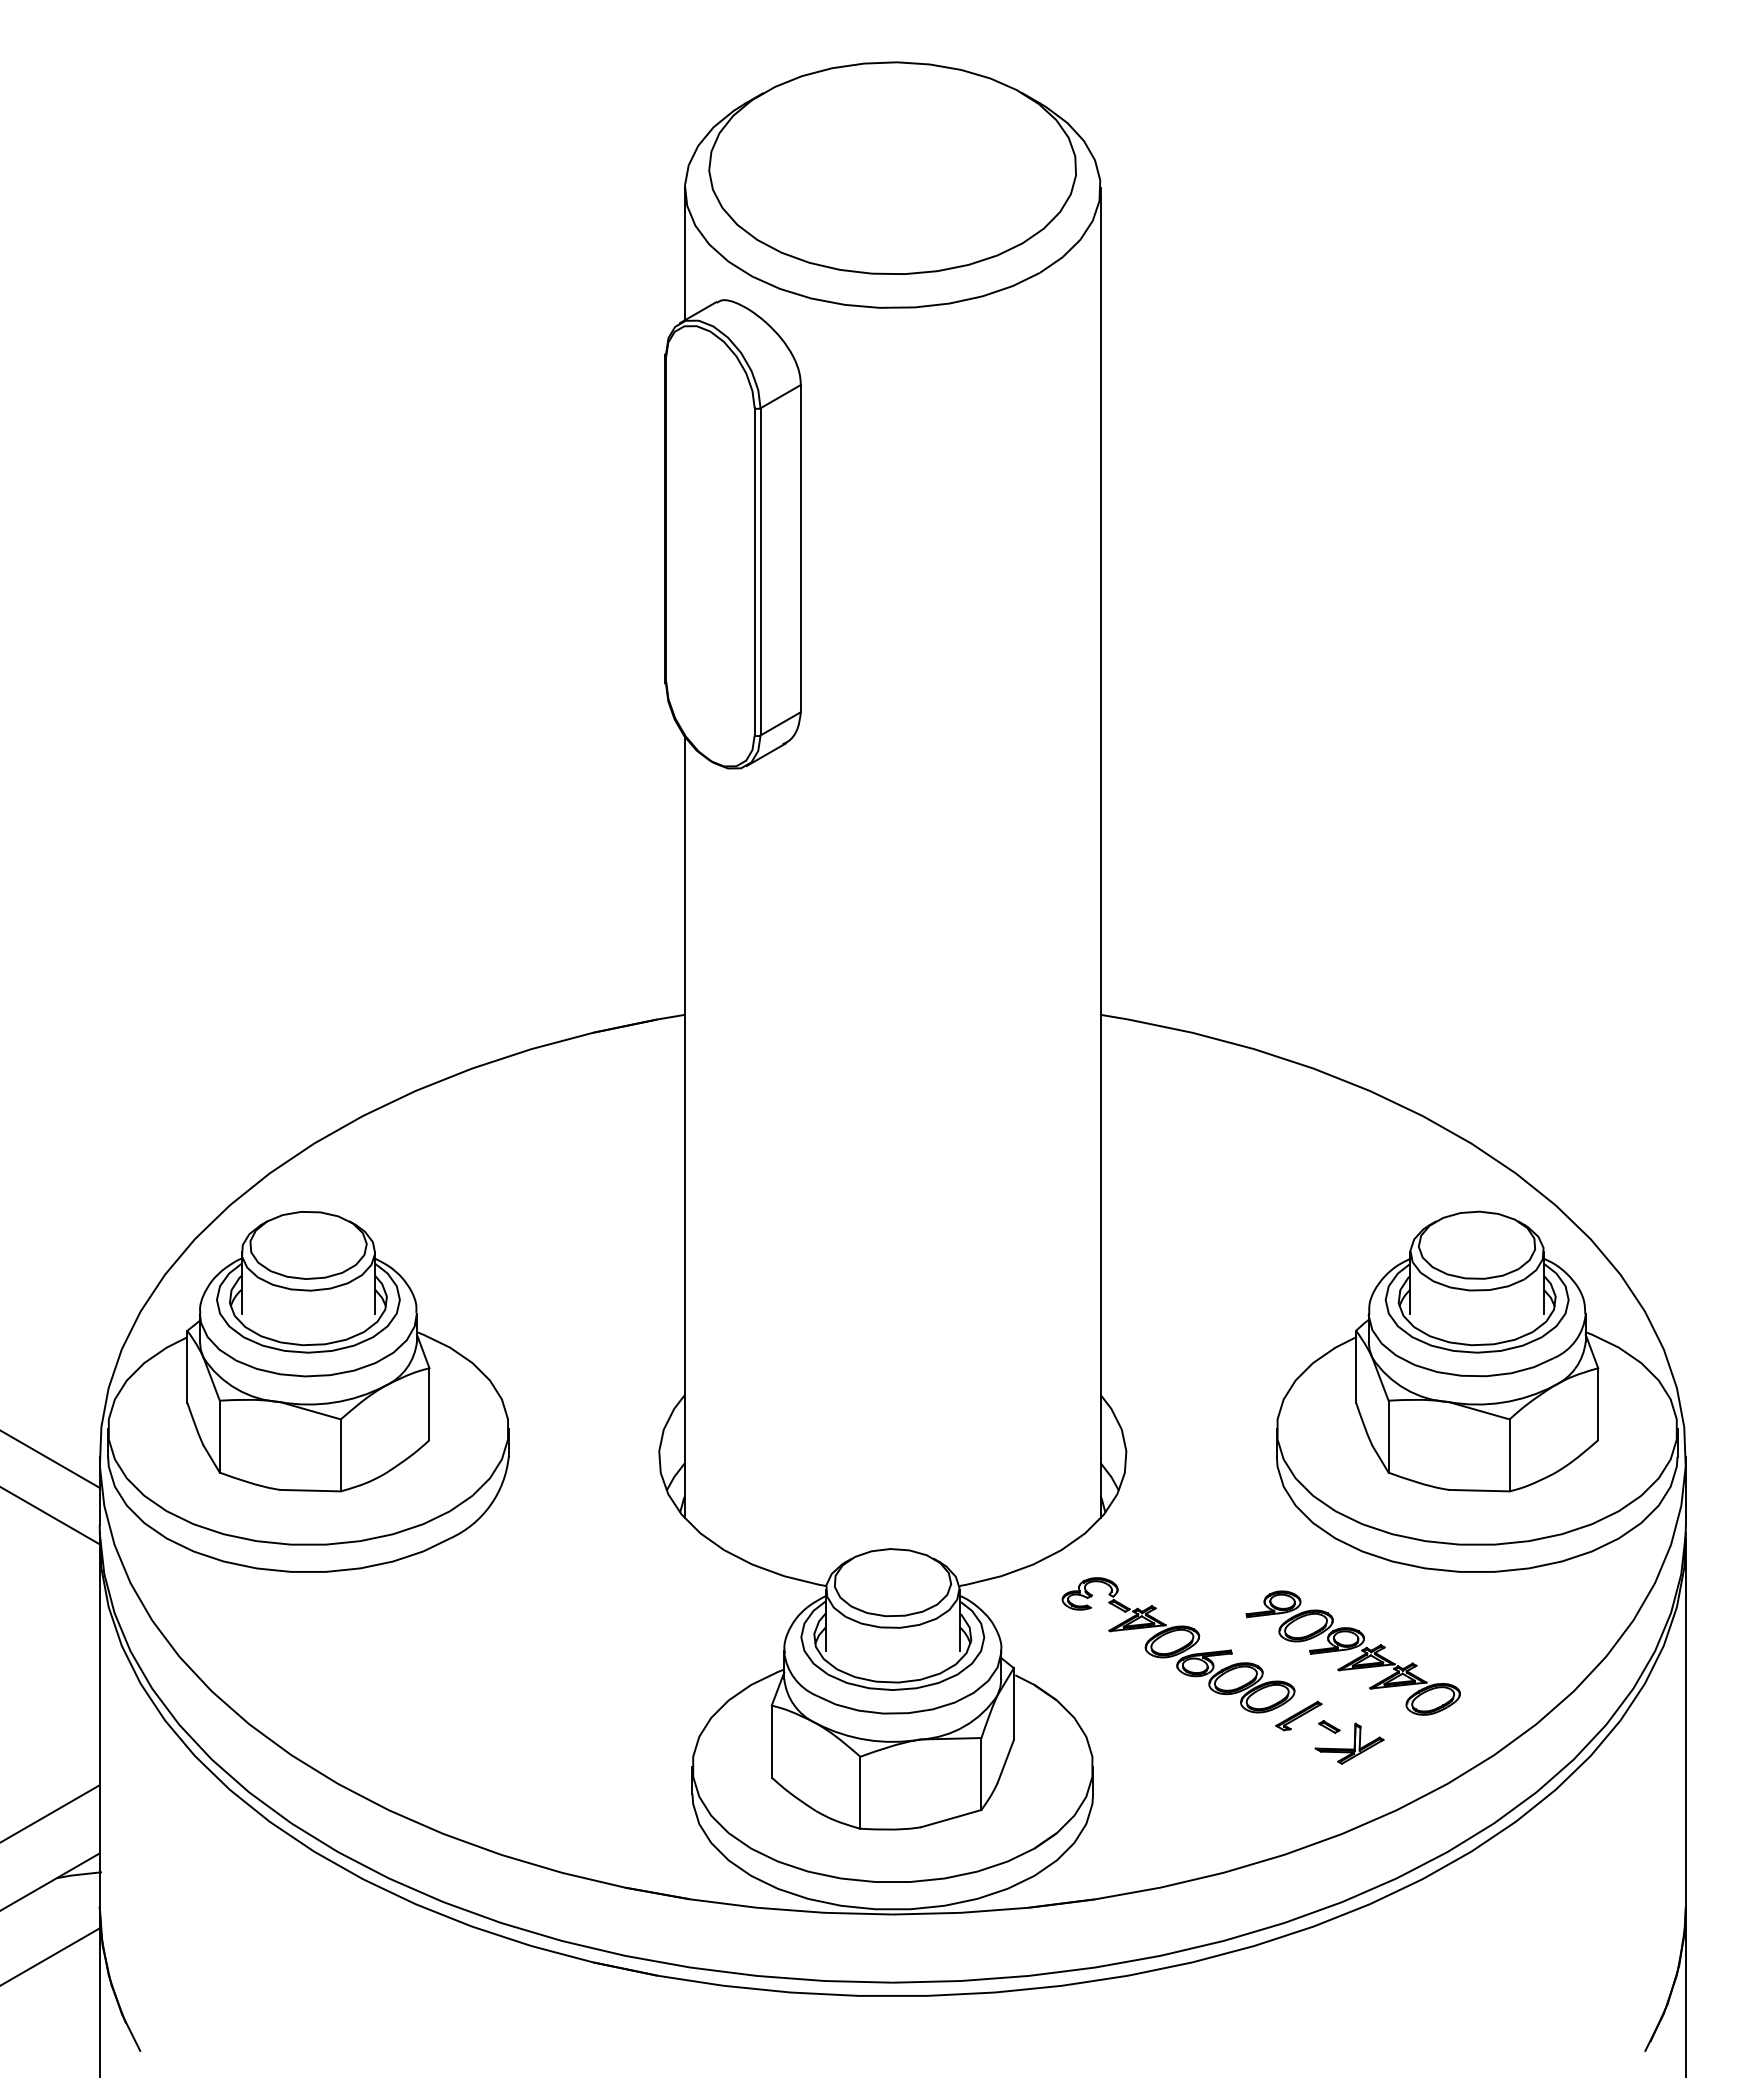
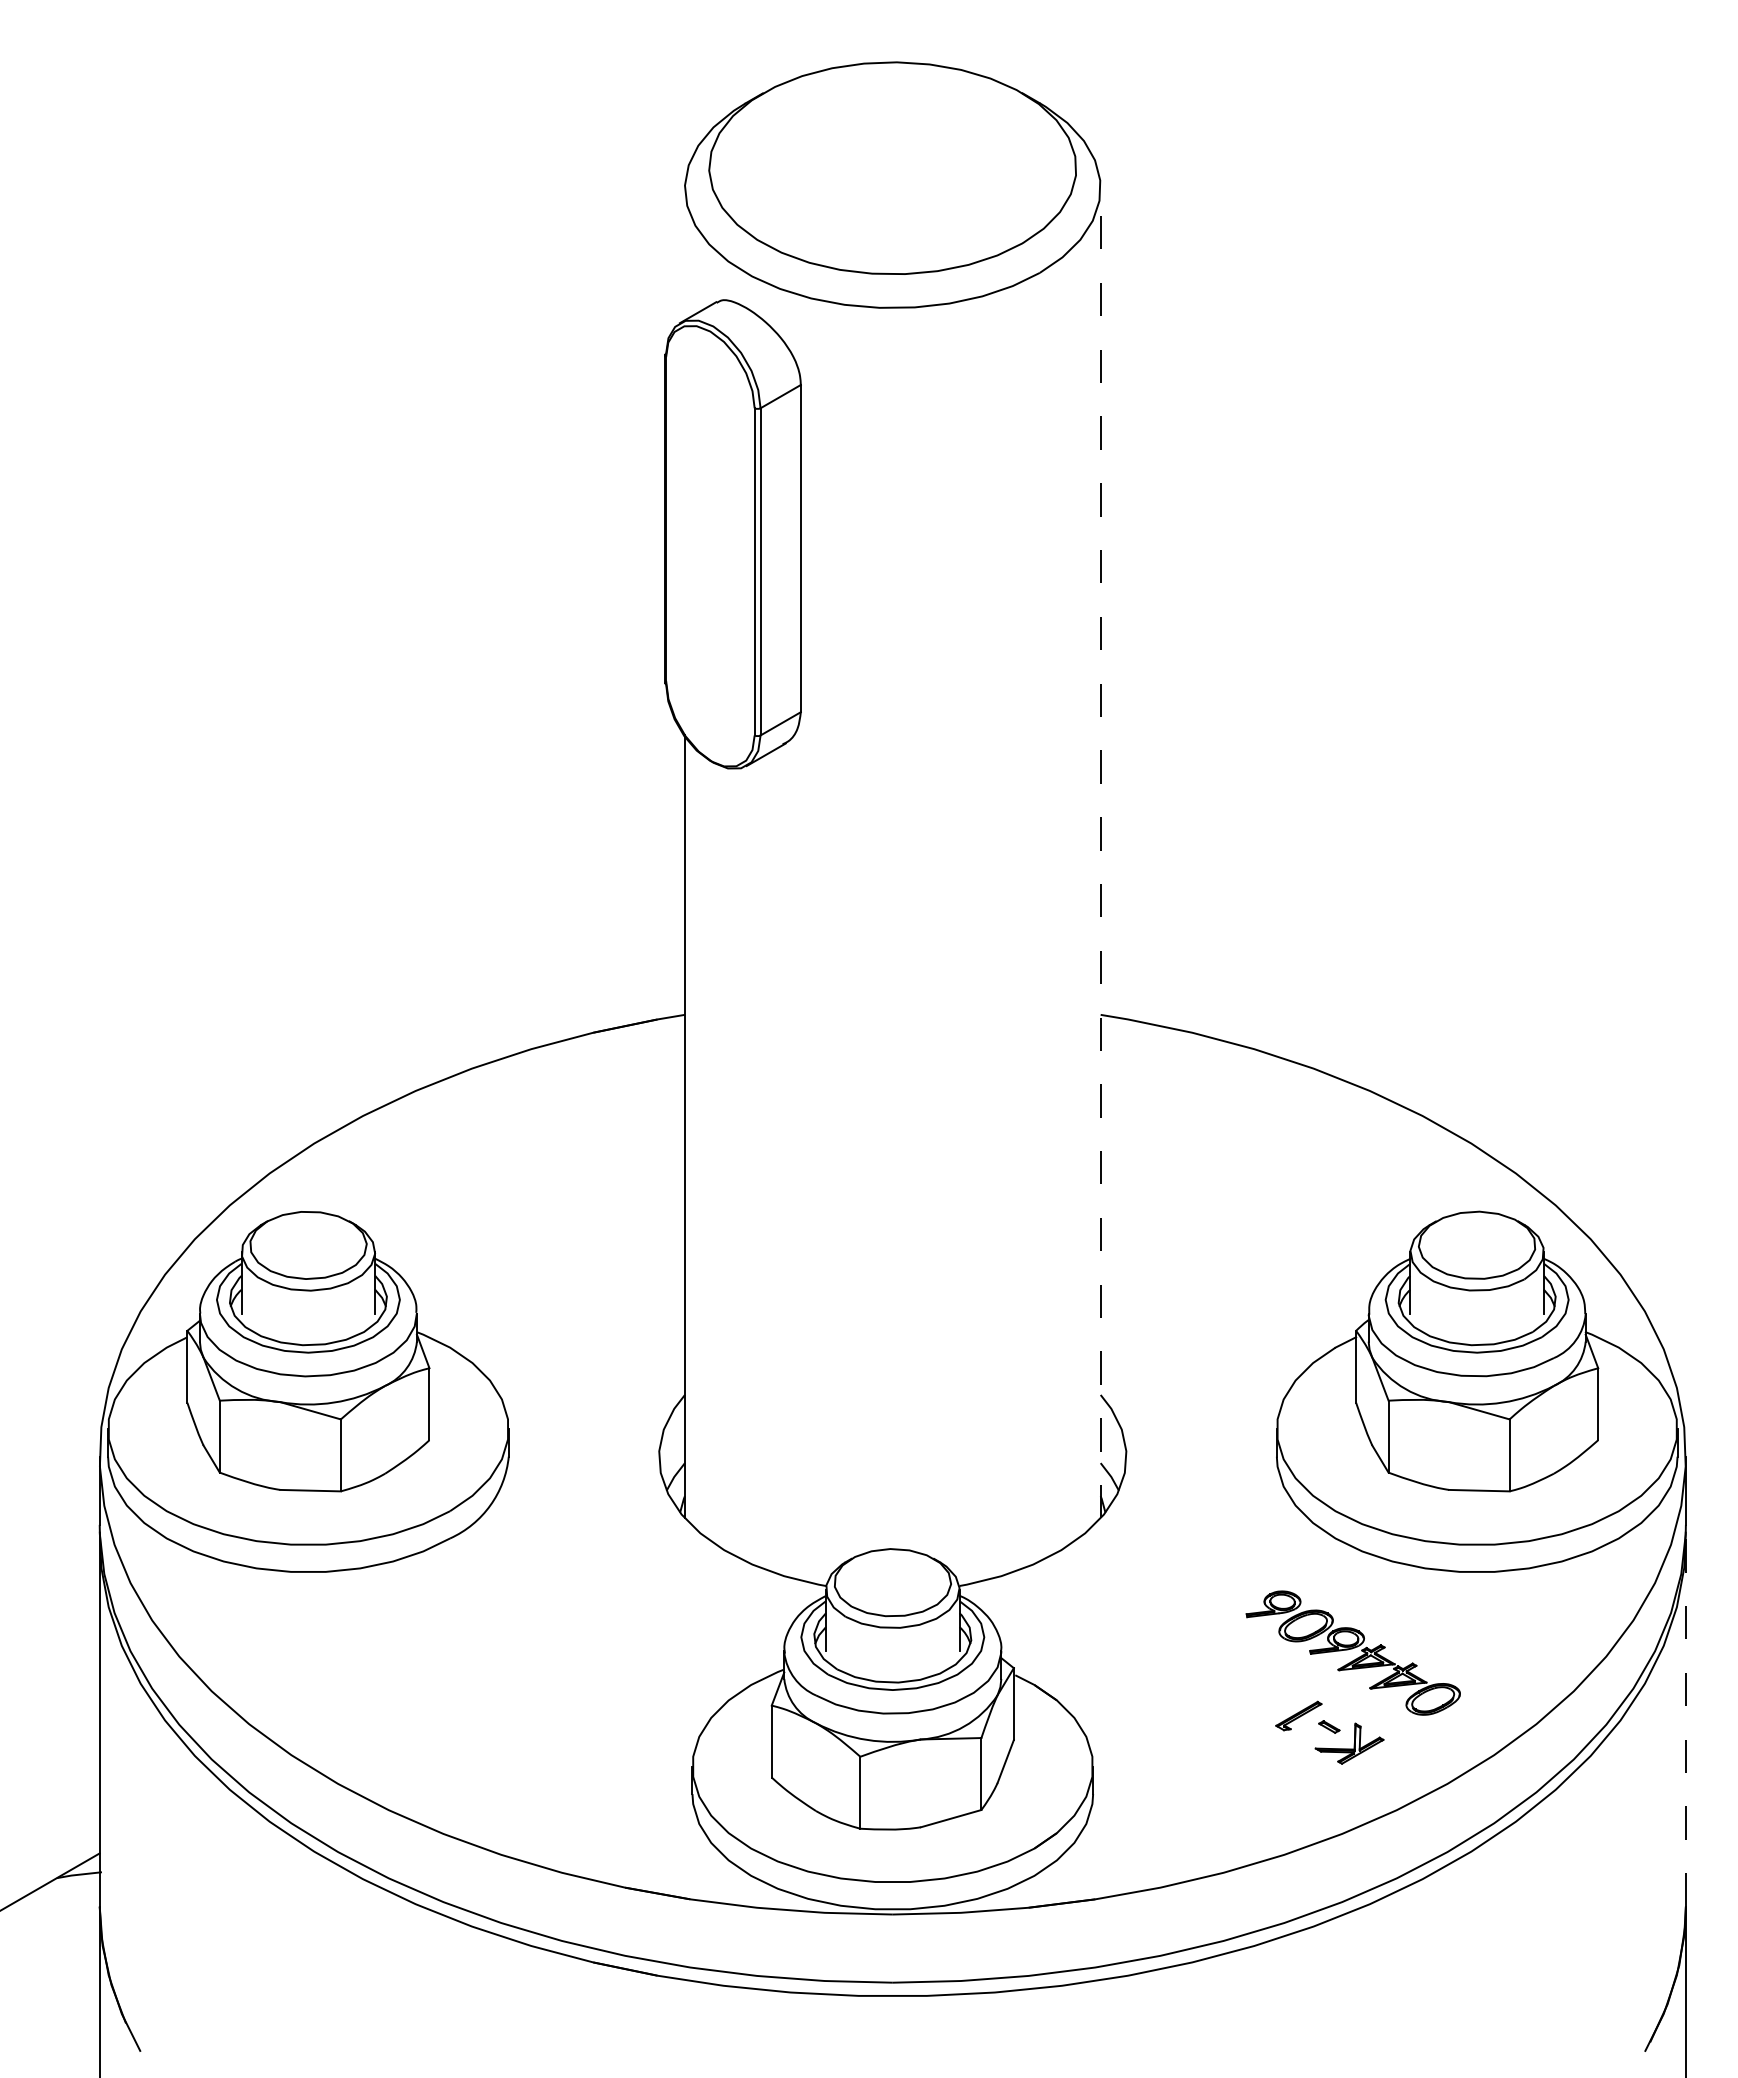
line at (684, 254): present -> none
line at (1100, 852): solid -> dashed
line at (50, 1459): present -> none
line at (50, 1516): present -> none
part at (1178, 1645): present -> none
line at (1685, 1722): solid -> dashed
line at (50, 1813): present -> none
line at (50, 1956): present -> none
